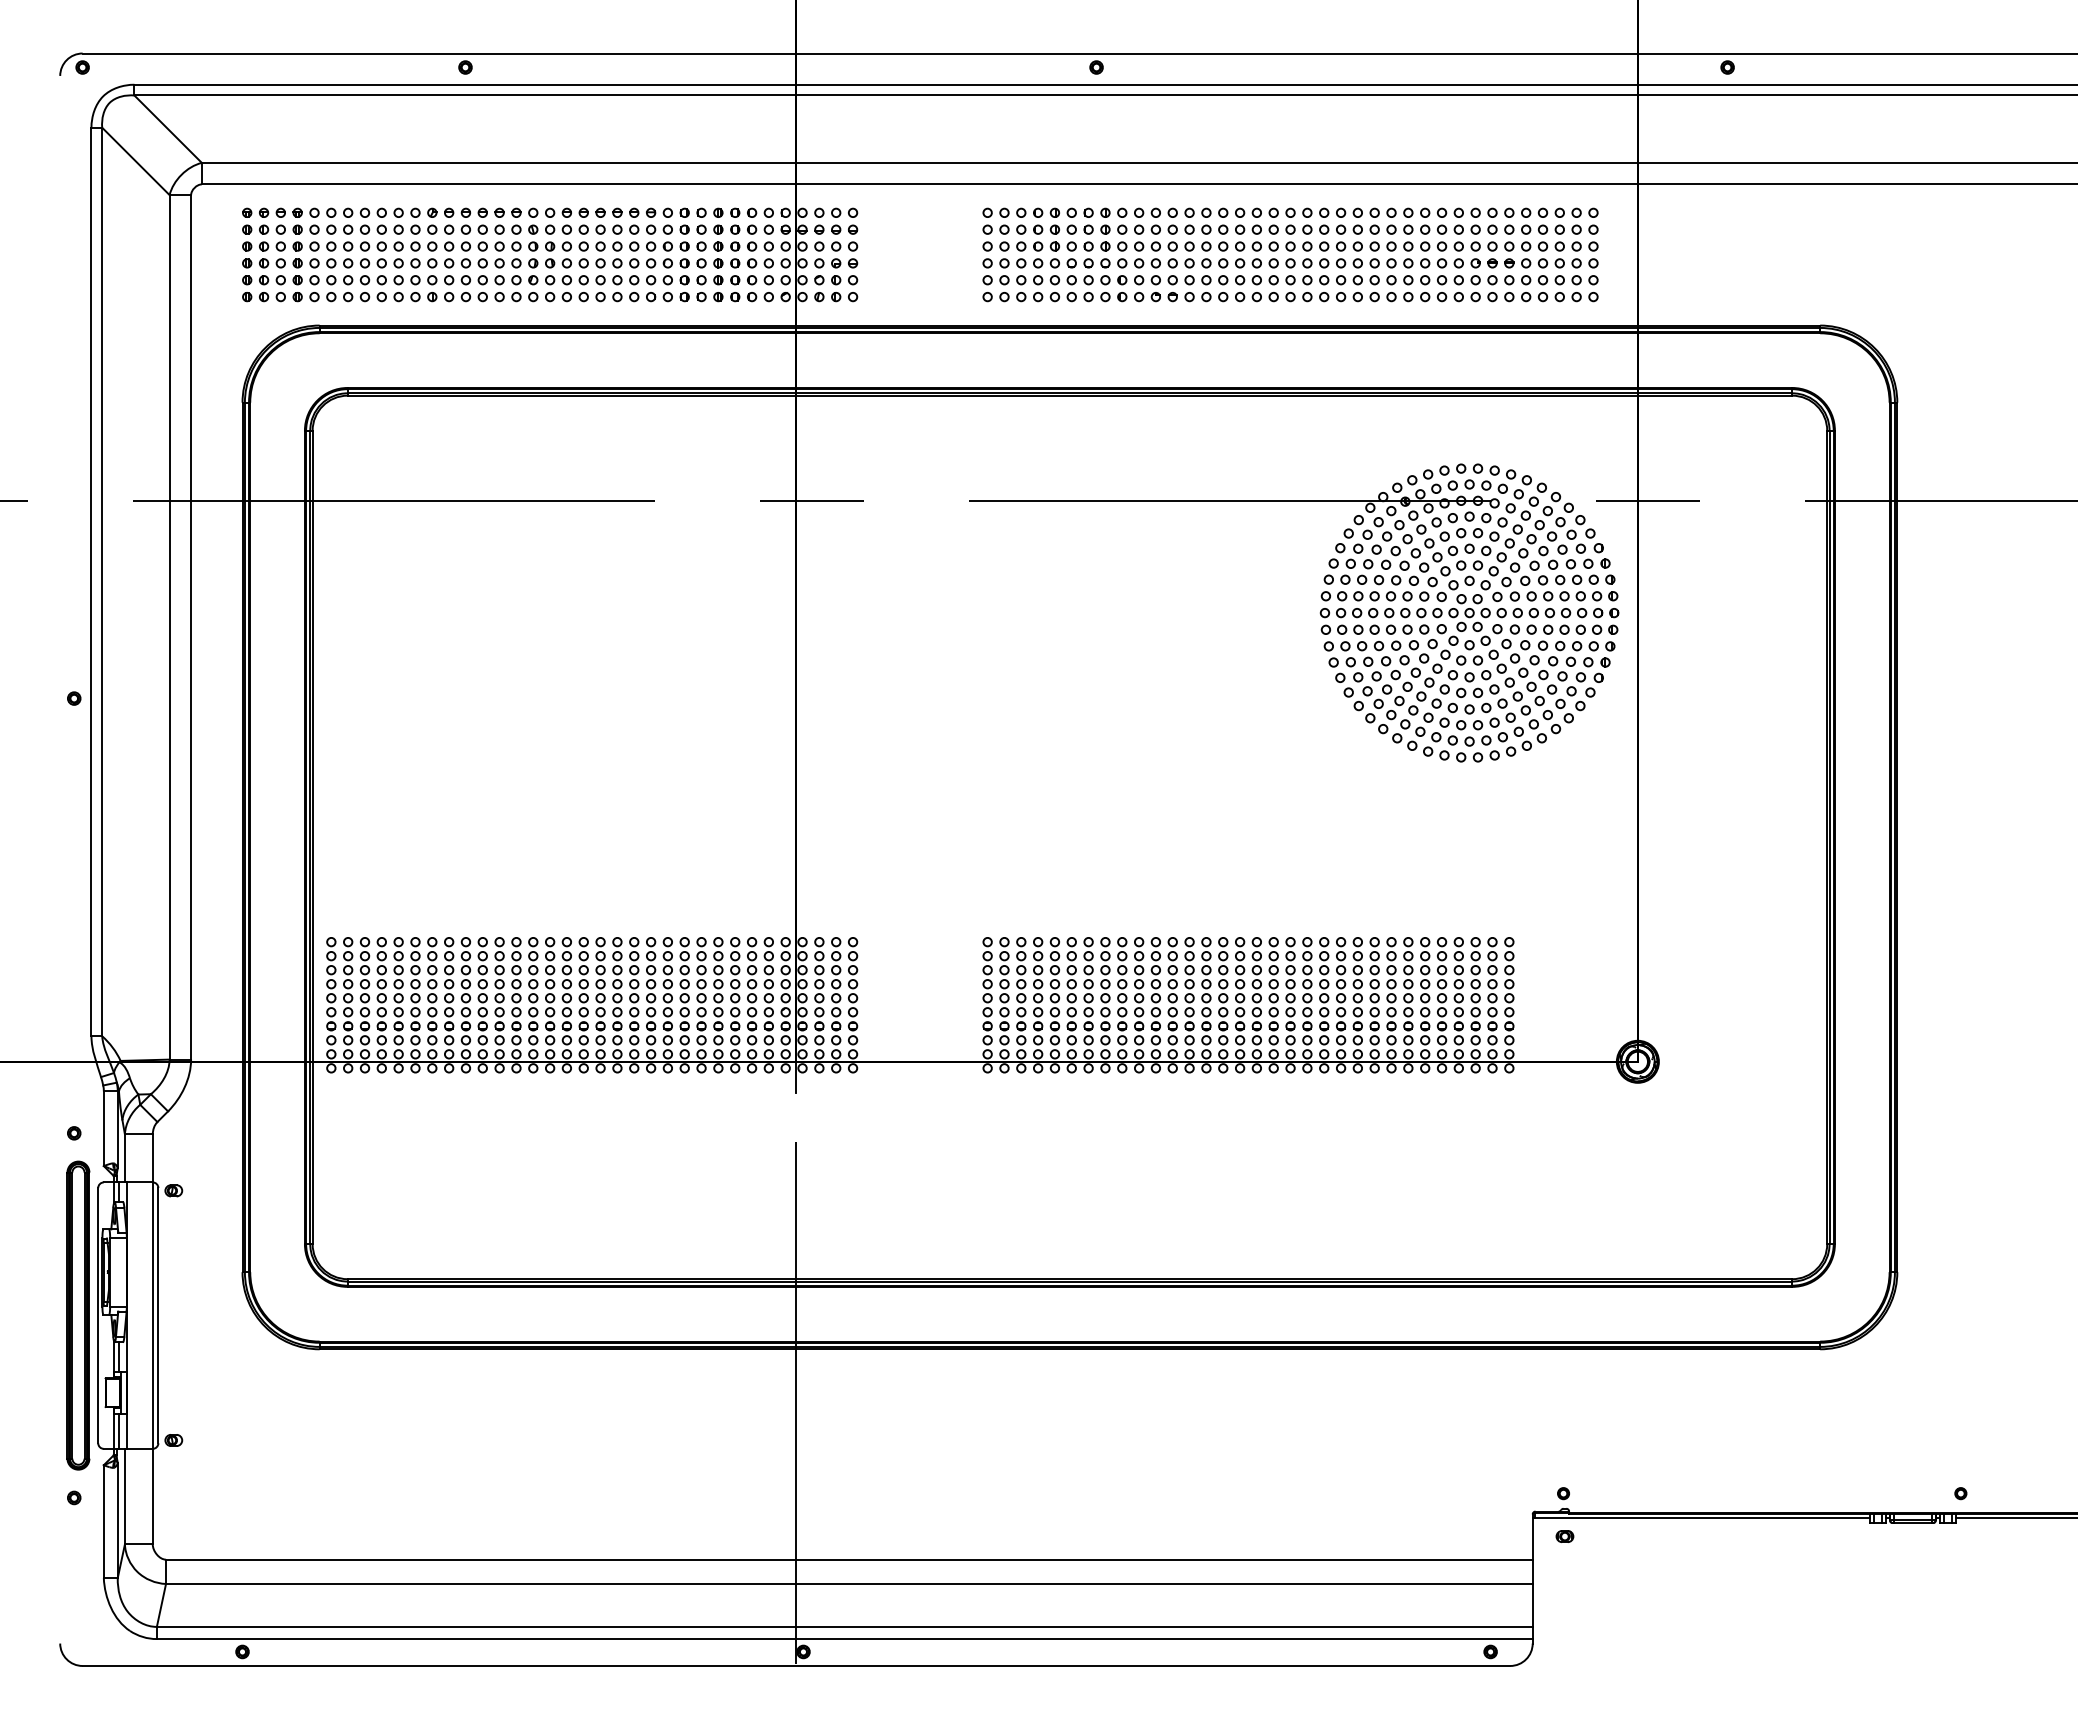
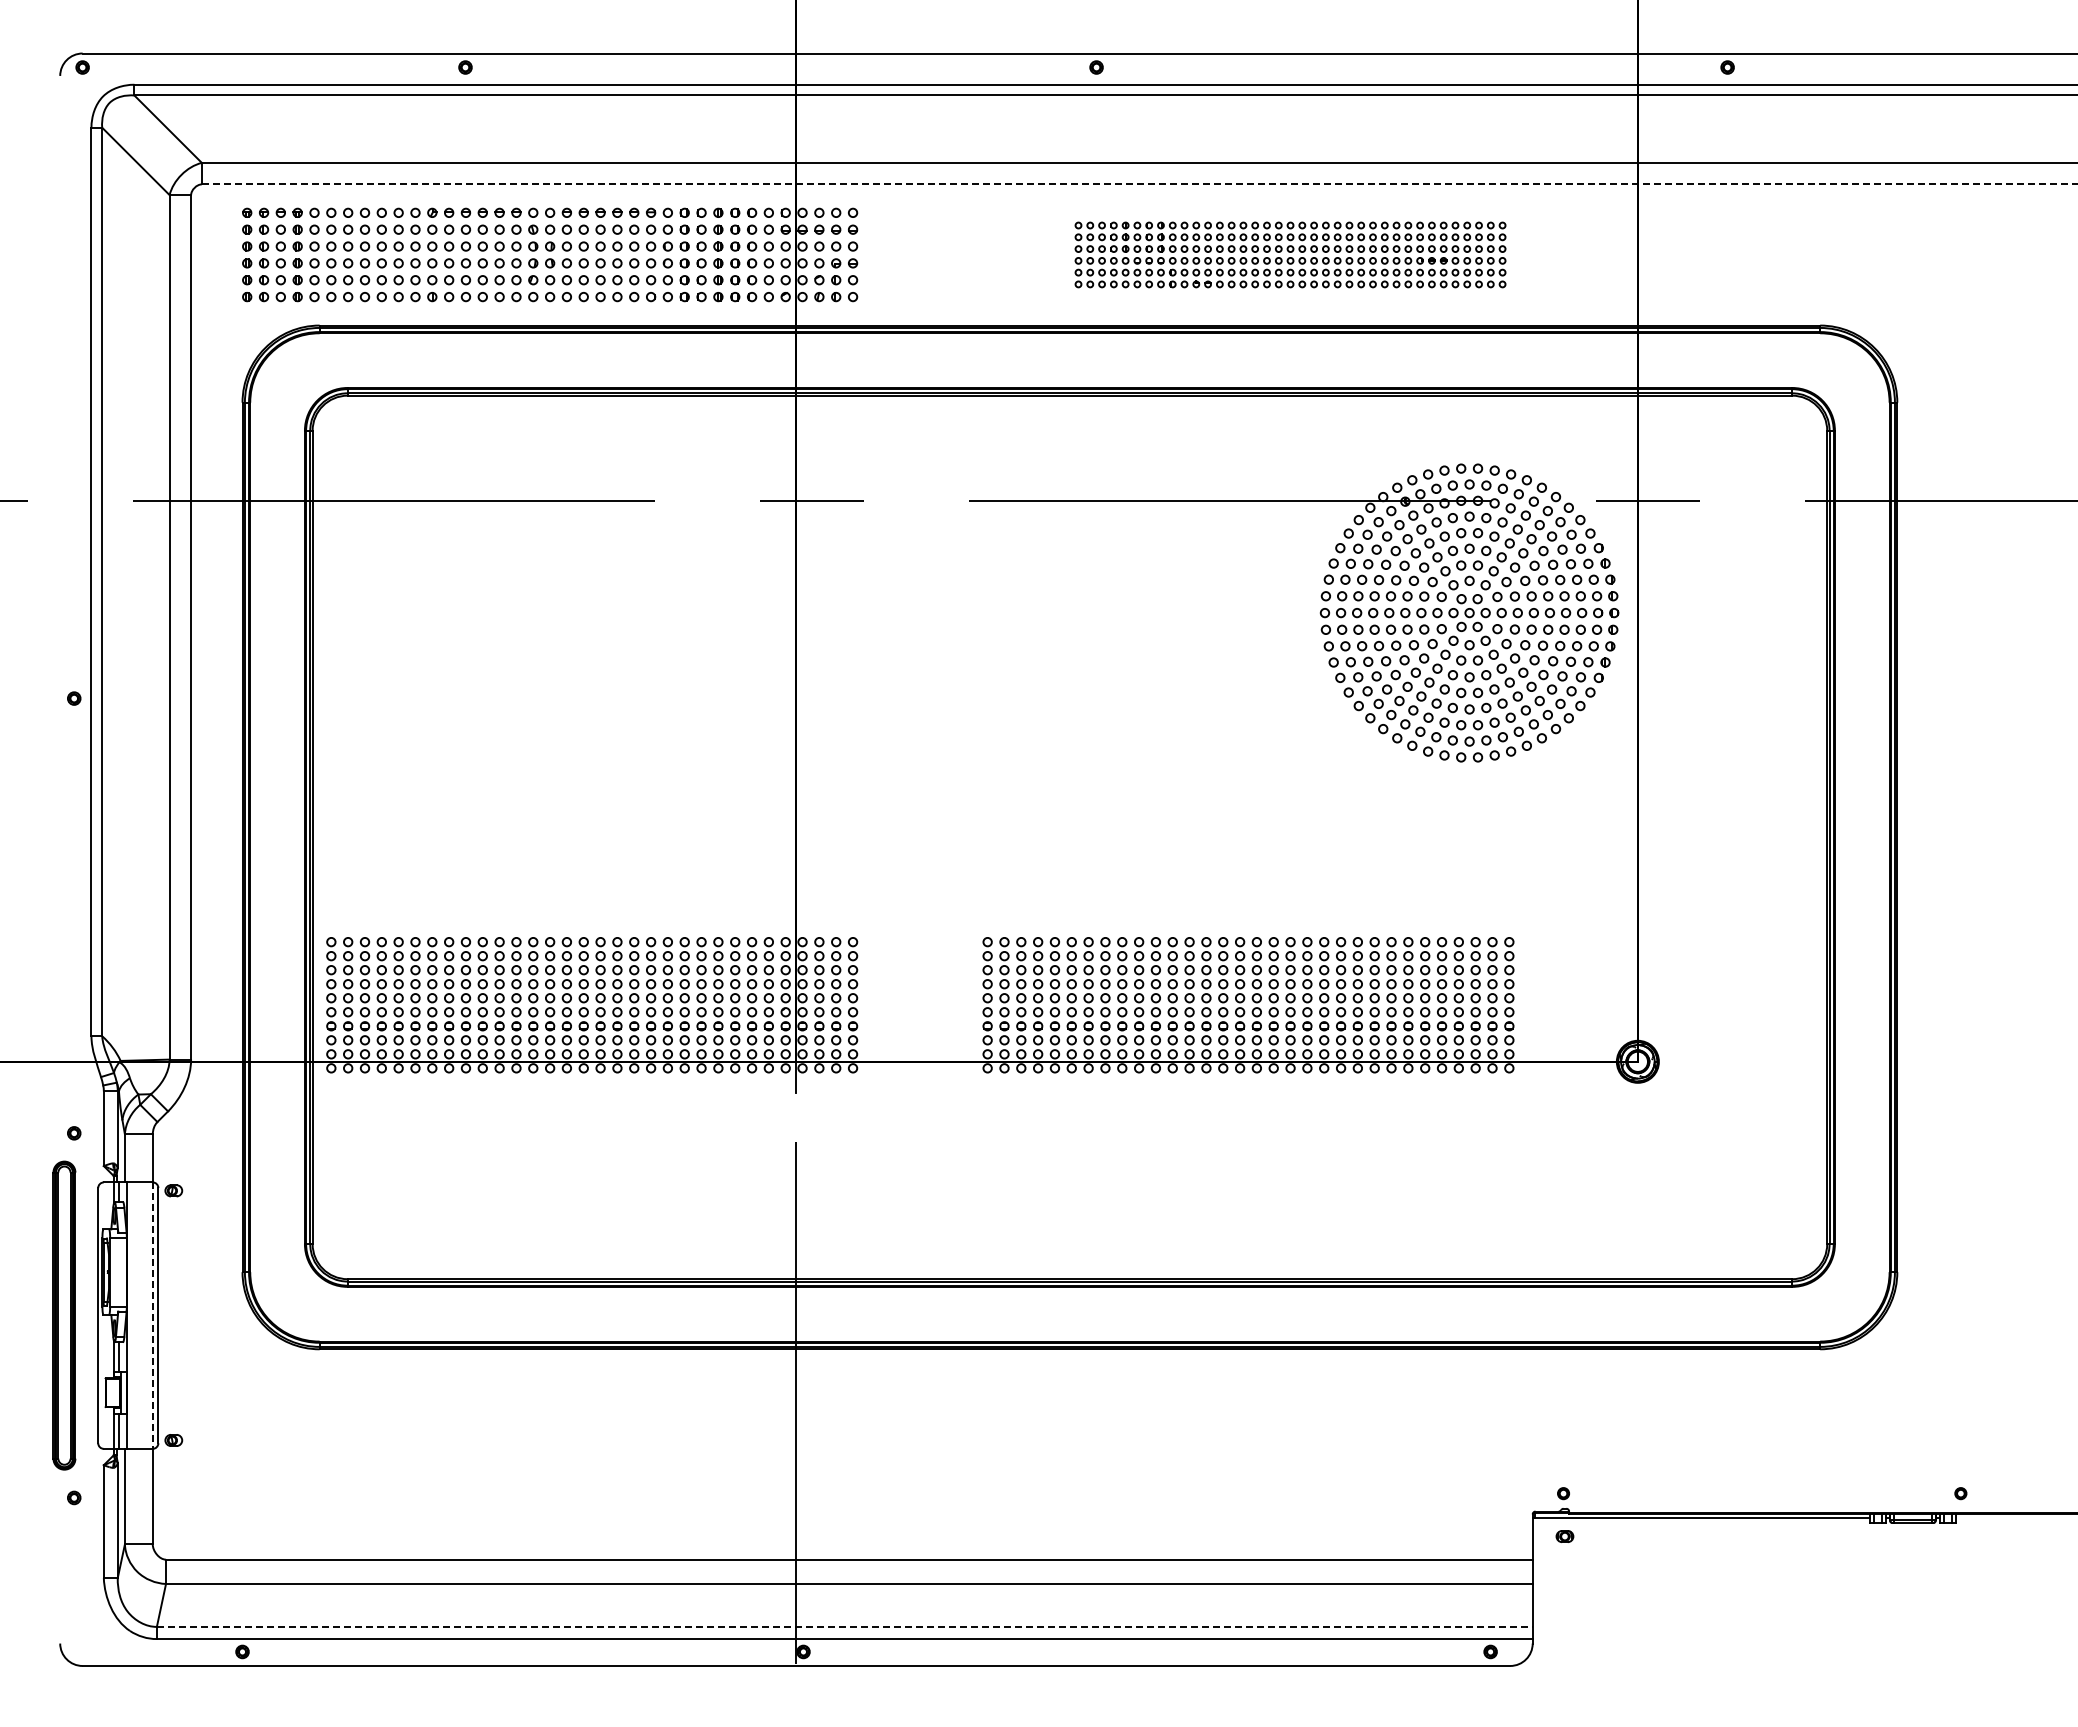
line at (1139, 184): solid -> dashed
part at (1290, 254) size: 617x96 px -> 433x68 px
part at (78, 1315) position: (78, 1315) -> (64, 1315)
line at (152, 1316): solid -> dashed
line at (2015, 1518): present -> none
line at (844, 1626): solid -> dashed
